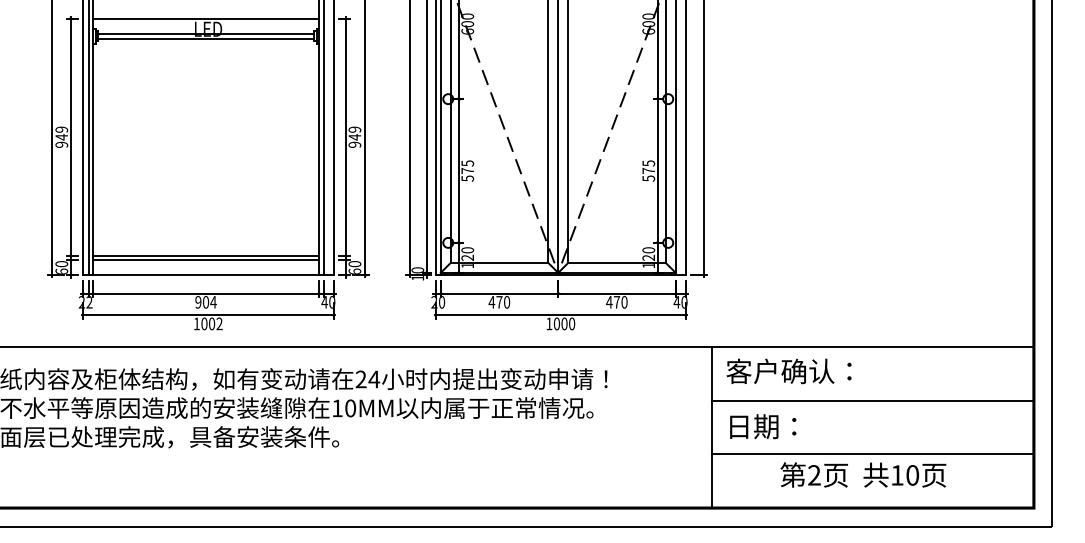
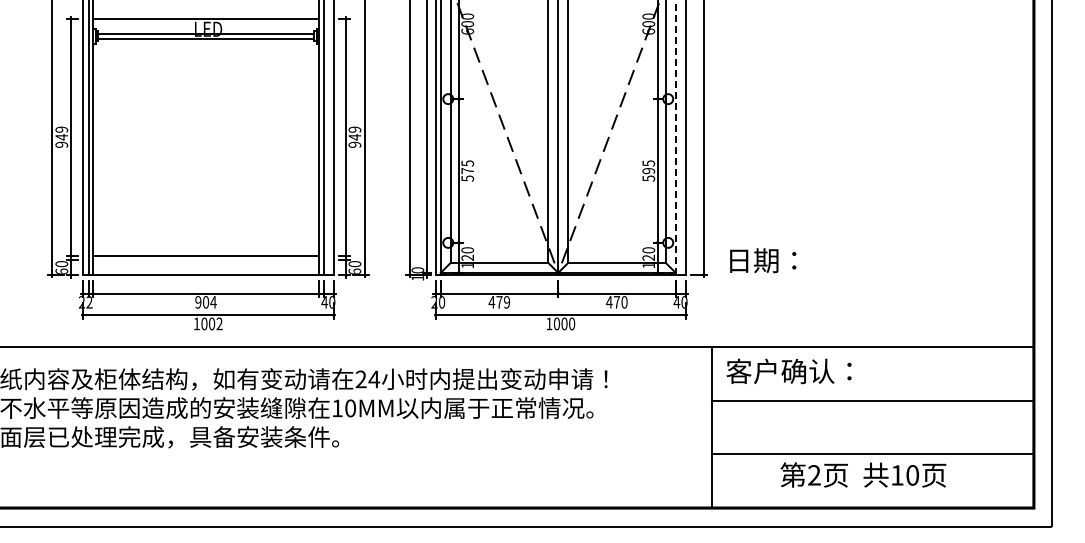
line at (675, 137): solid -> dashed
text at (648, 171): 575 -> 595
line at (206, 260): present -> none
text at (507, 302): 470 -> 479
text at (763, 426) position: (763, 426) -> (763, 260)
